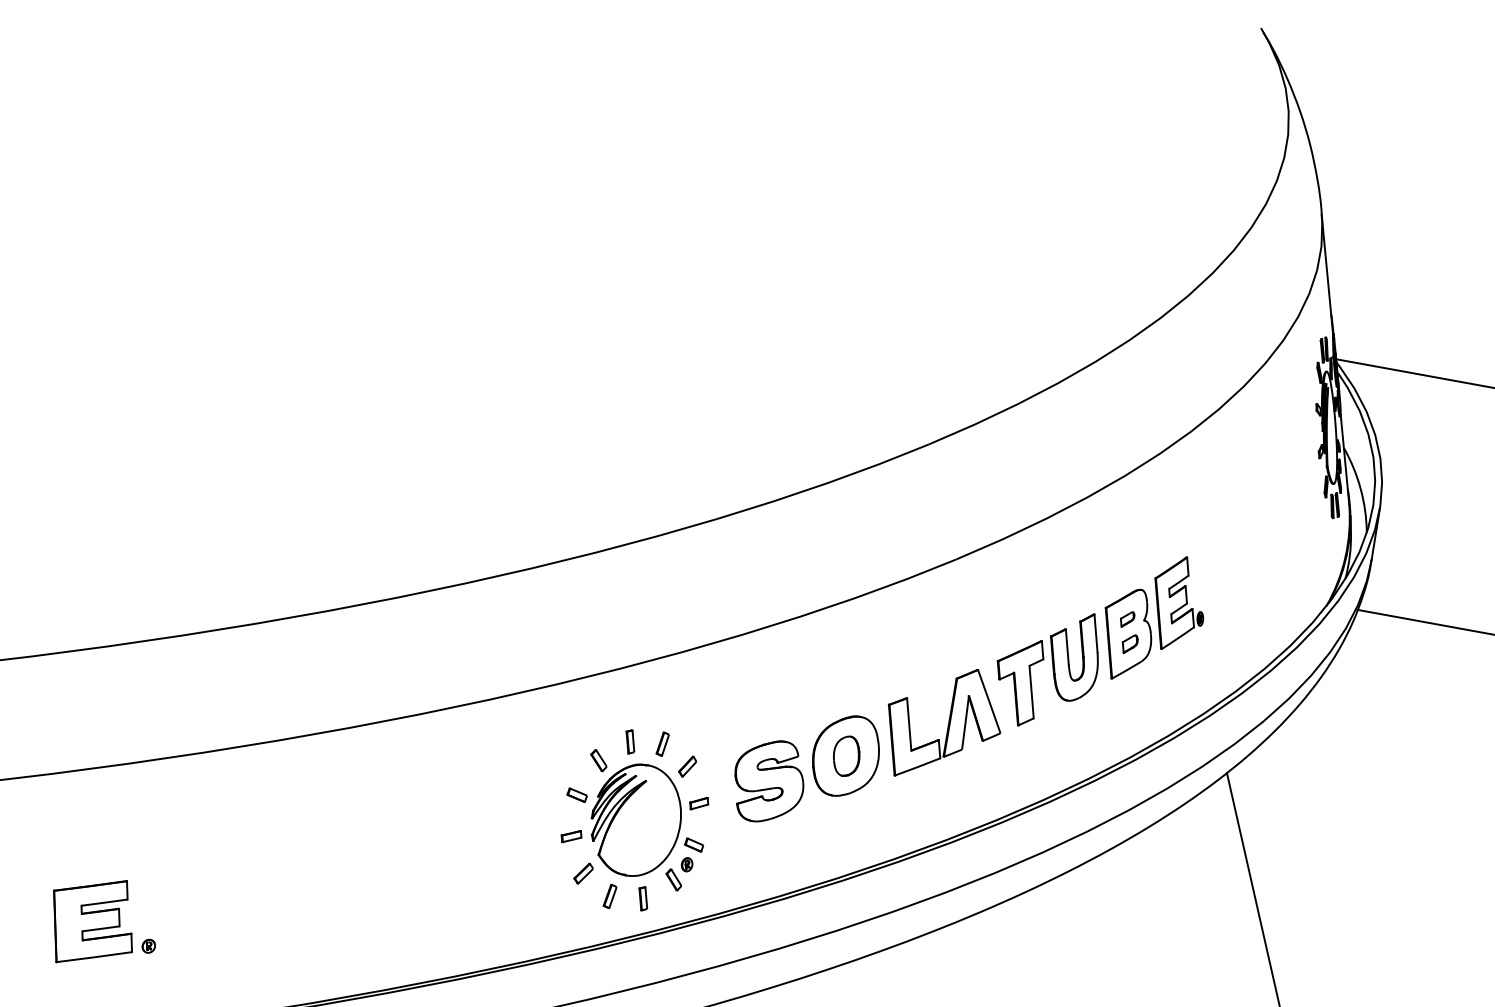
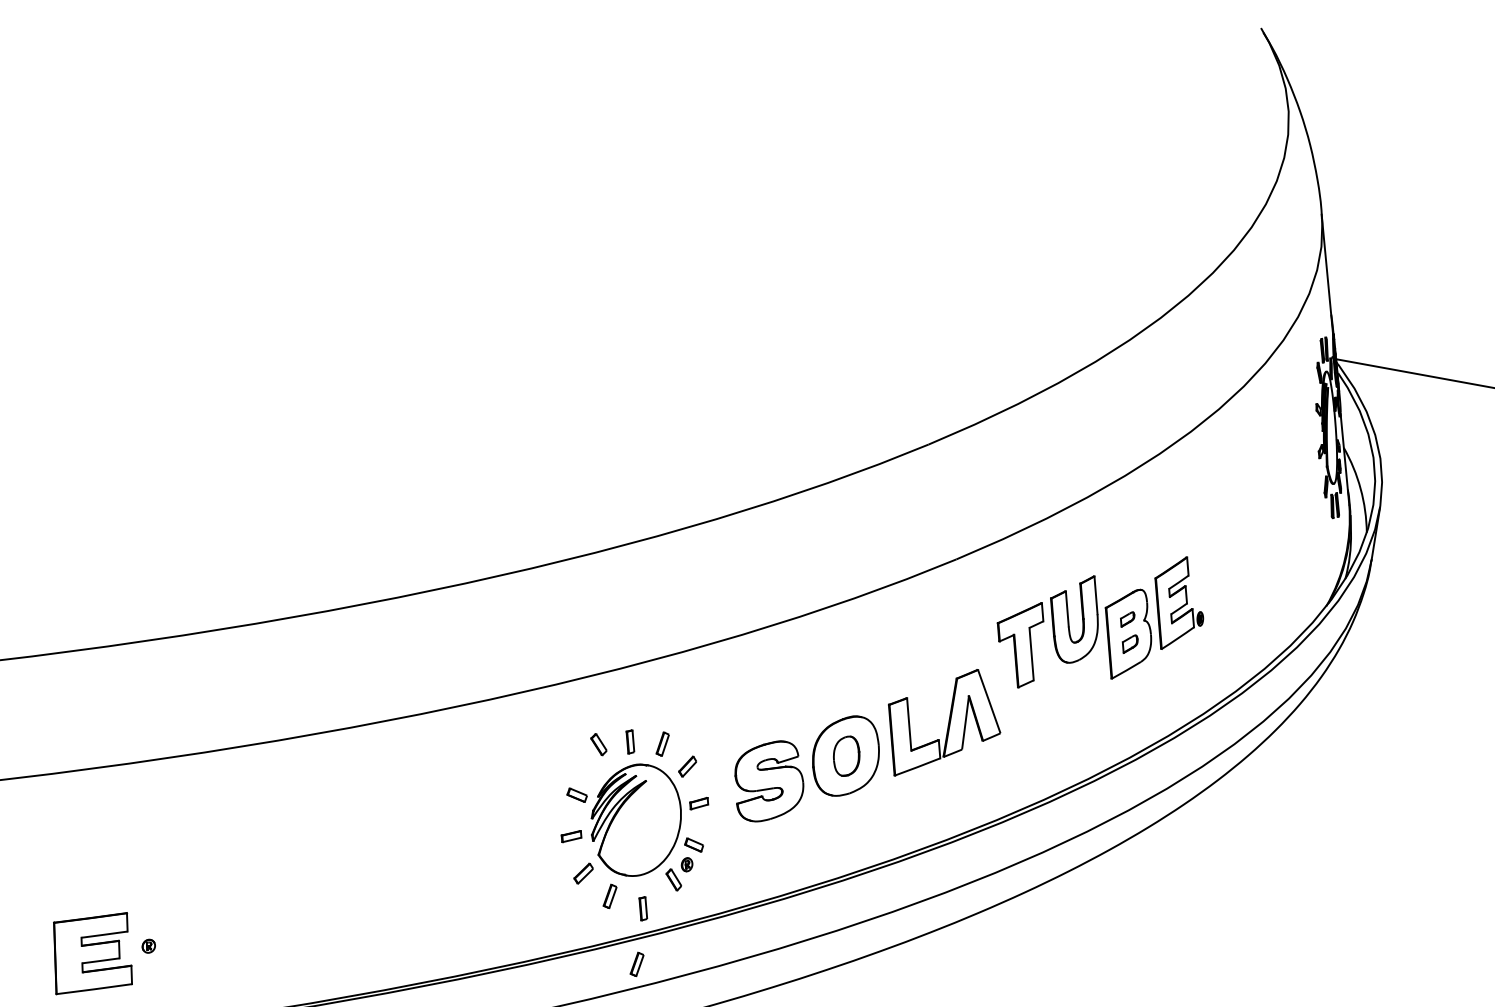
line at (1424, 621): present -> none
part at (1047, 669) position: (1047, 669) -> (1047, 631)
part at (598, 760) position: (598, 760) -> (598, 744)
line at (1252, 887): present -> none
part at (643, 898) position: (643, 898) -> (643, 908)
part at (92, 921) position: (92, 921) -> (92, 953)
part at (636, 964): none -> present
